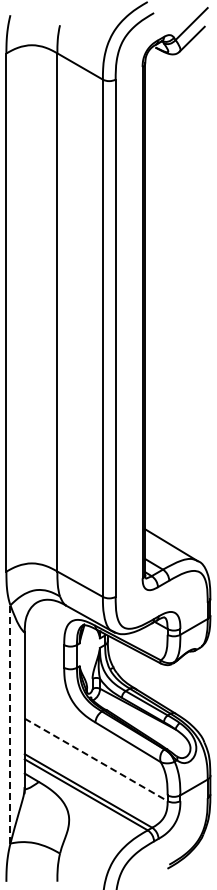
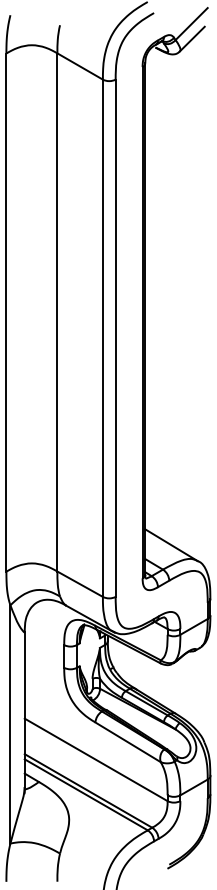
line at (10, 723): dashed -> solid
line at (96, 760): dashed -> solid
